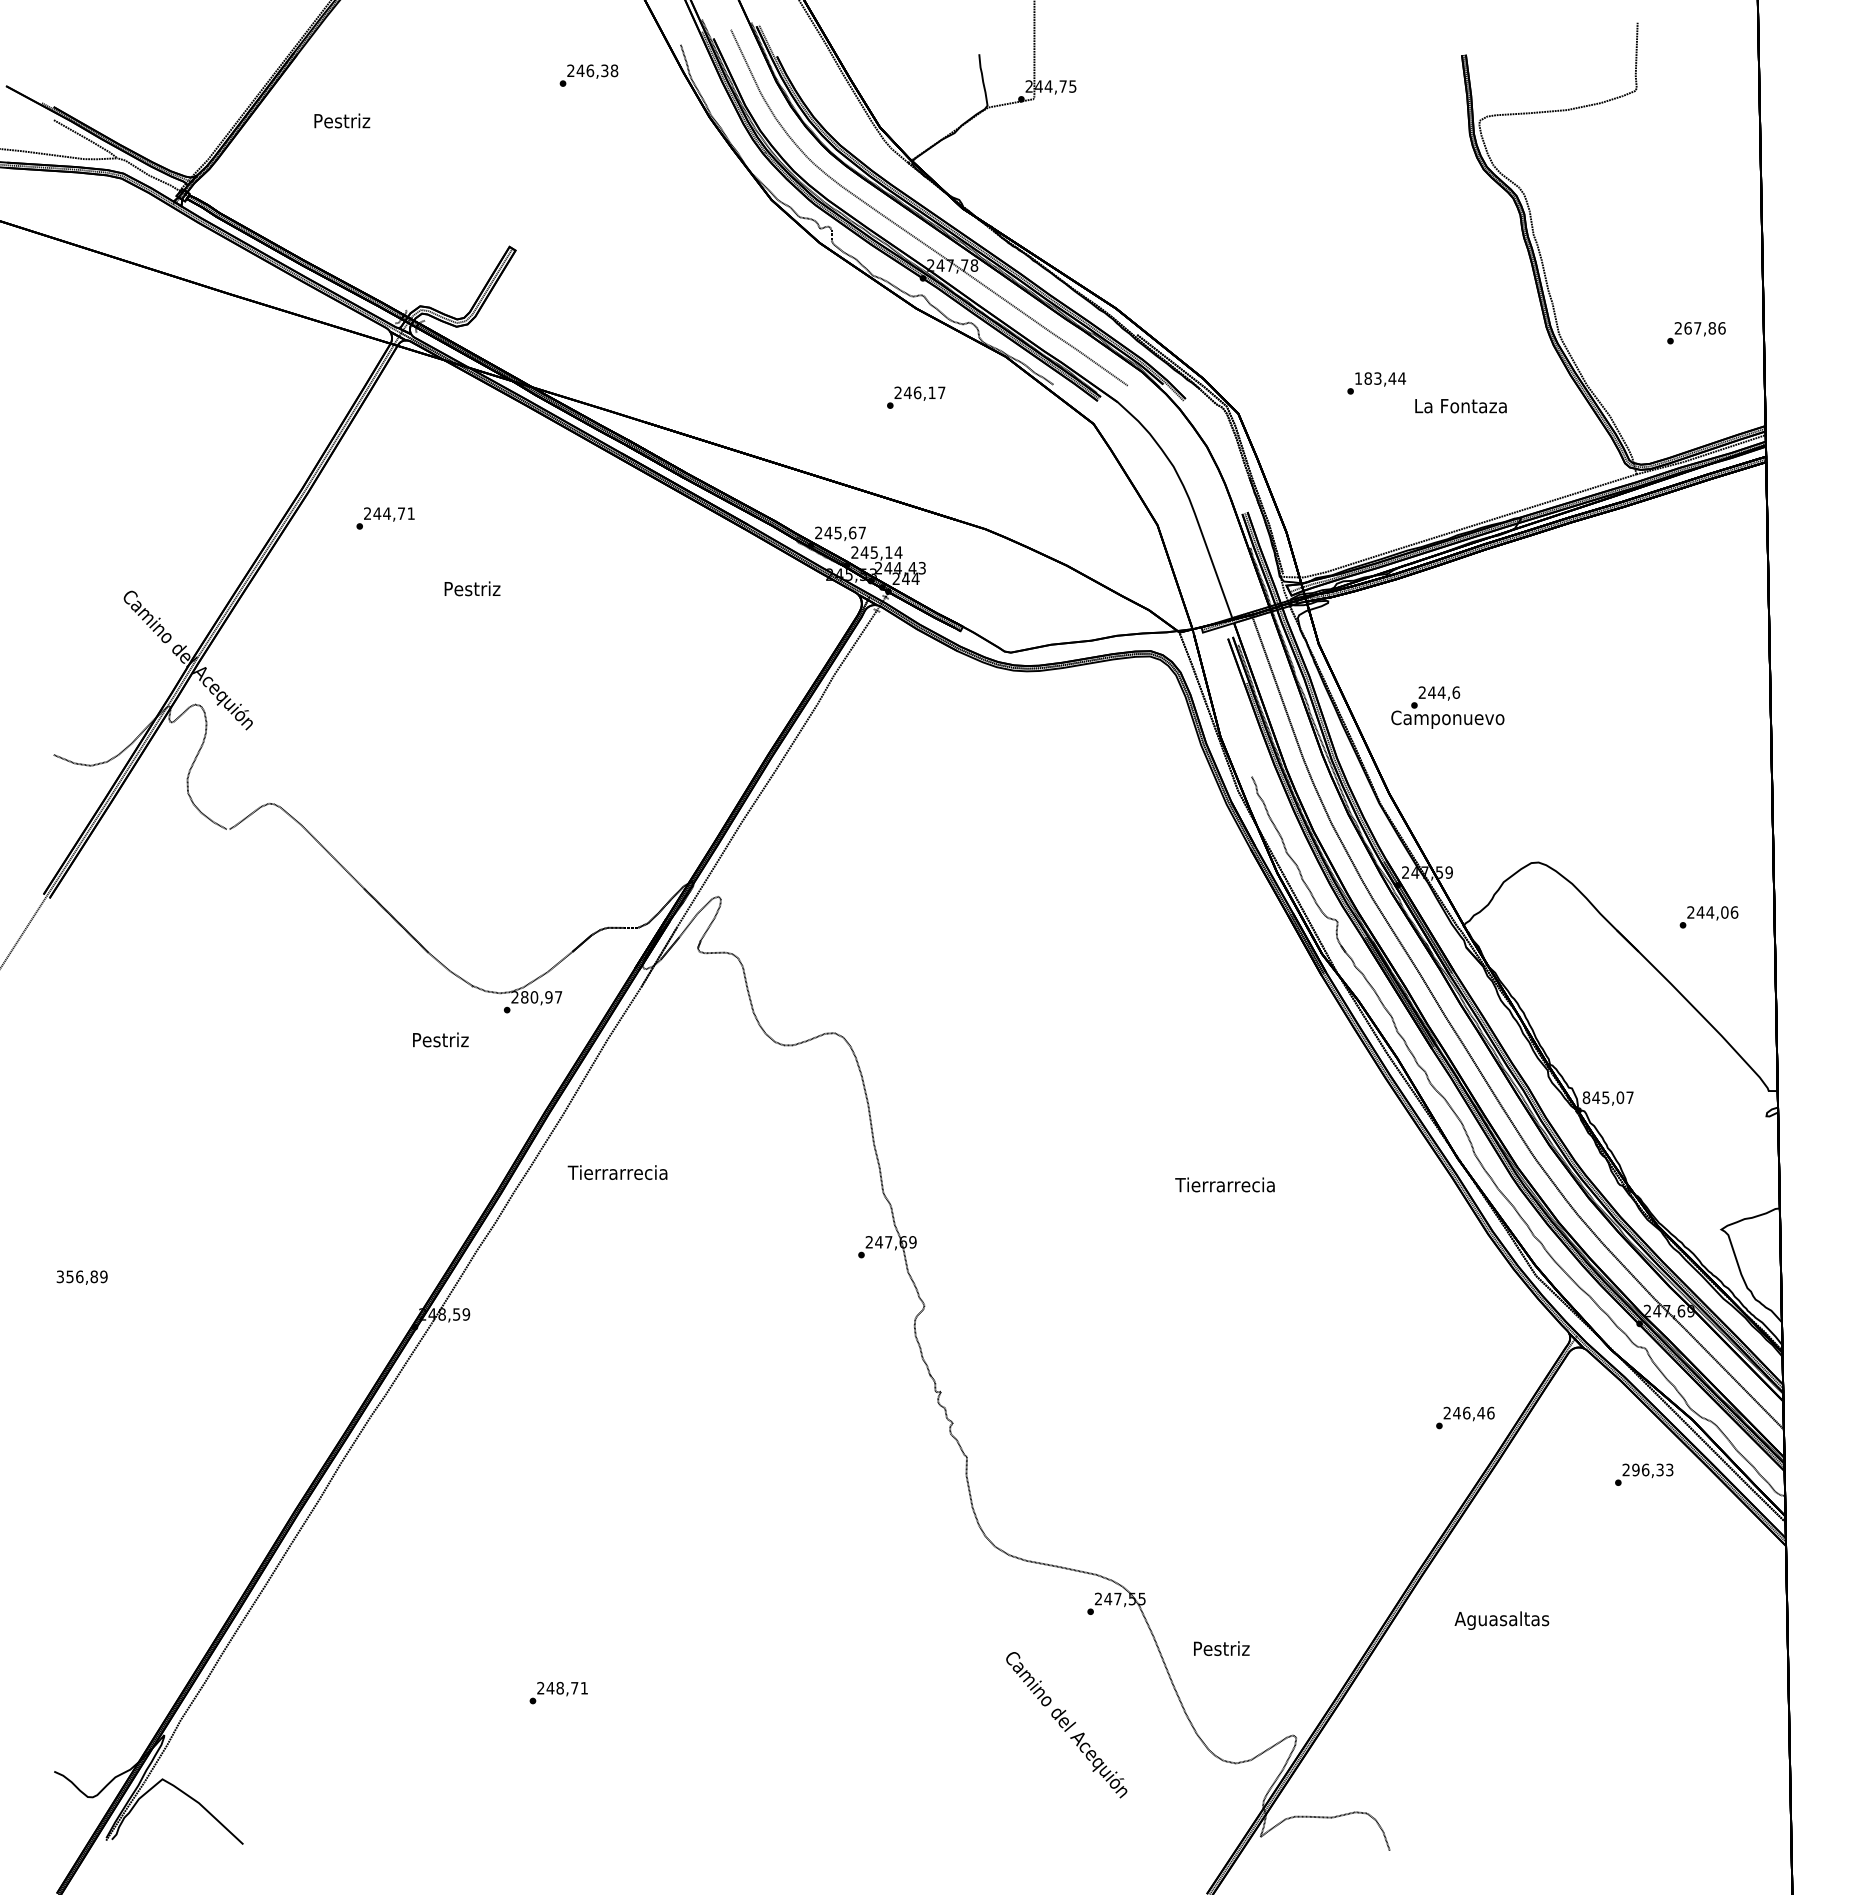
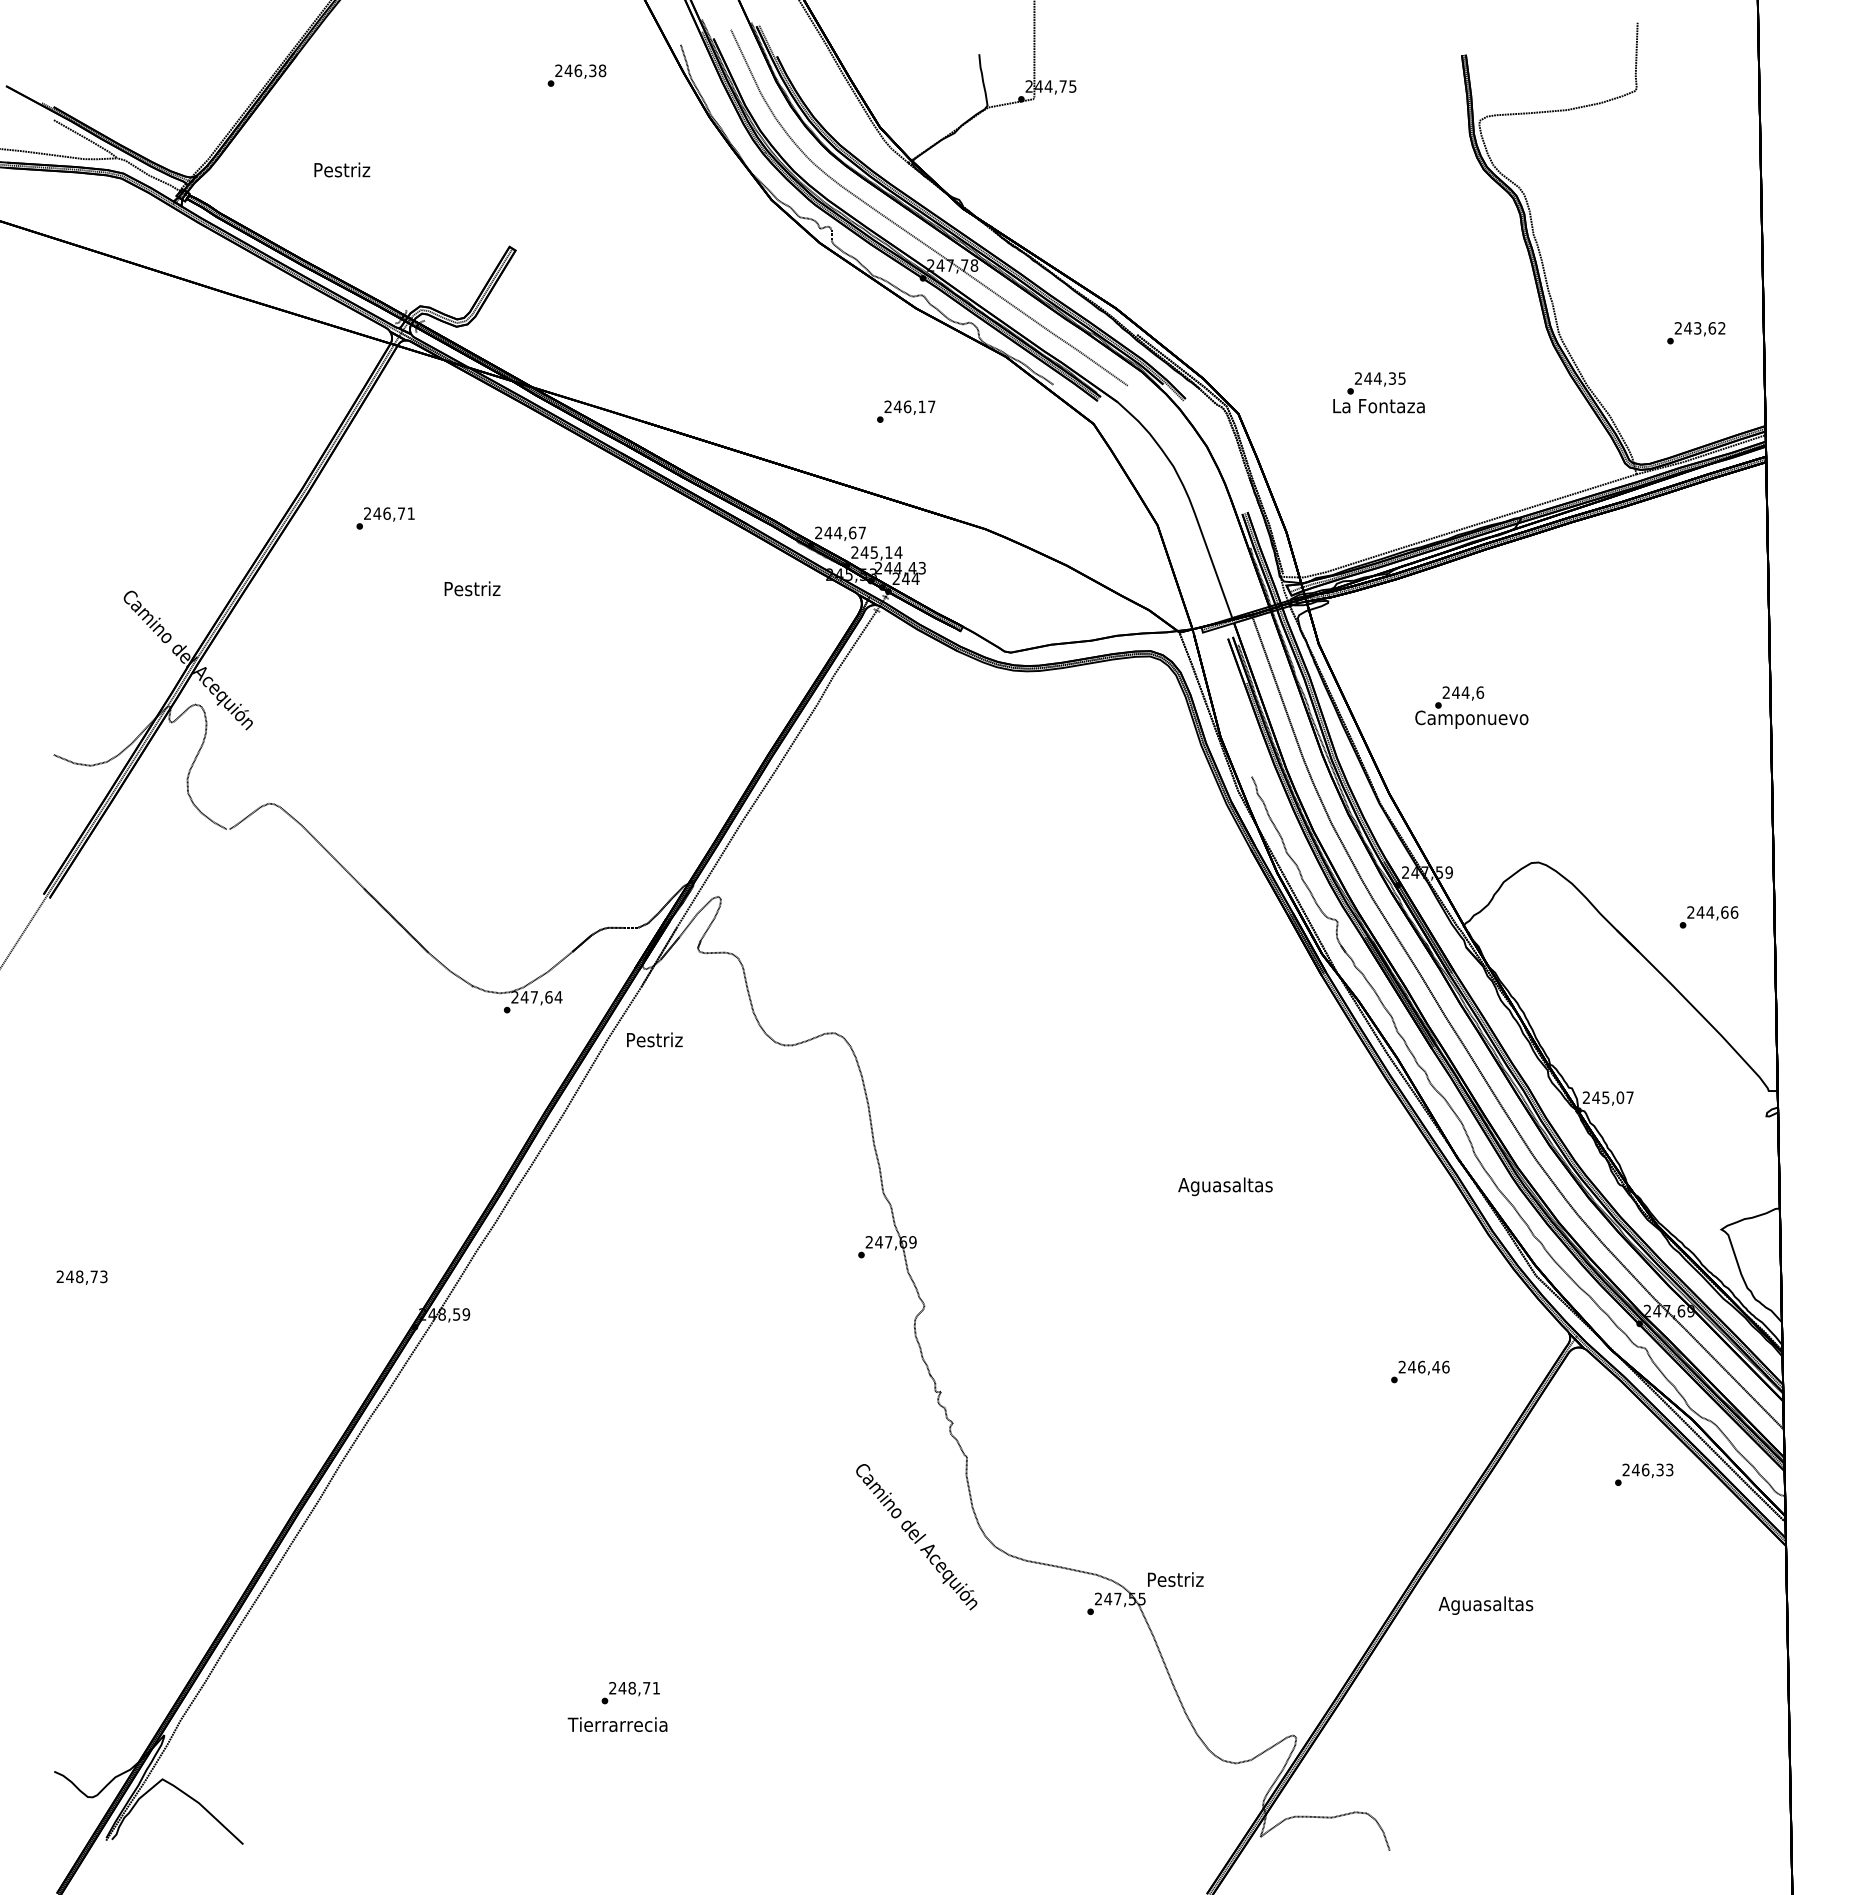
text at (588, 75) position: (588, 75) -> (576, 75)
text at (342, 120) position: (342, 120) -> (342, 169)
text at (1704, 328): 267,86 -> 243,62
text at (1380, 378): 183,44 -> 244,35
text at (916, 397) position: (916, 397) -> (906, 411)
text at (1460, 406) position: (1460, 406) -> (1378, 406)
text at (386, 513): 244,71 -> 246,71
text at (838, 532): 245,67 -> 244,67
text at (1447, 707) position: (1447, 707) -> (1471, 707)
text at (1724, 912): 244,06 -> 244,66
text at (541, 997): 280,97 -> 247,64
text at (440, 1039) position: (440, 1039) -> (654, 1039)
text at (1586, 1097): 845,07 -> 245,07
text at (617, 1172) position: (617, 1172) -> (617, 1724)
text at (1224, 1186): Tierrarrecia -> Aguasaltas
text at (81, 1276): 356,89 -> 248,73
text at (1465, 1417) position: (1465, 1417) -> (1420, 1371)
text at (1635, 1469): 296,33 -> 246,33
text at (1501, 1620) position: (1501, 1620) -> (1485, 1605)
text at (1221, 1648) position: (1221, 1648) -> (1175, 1579)
text at (558, 1693) position: (558, 1693) -> (630, 1693)
text at (1066, 1725) position: (1066, 1725) -> (916, 1537)
